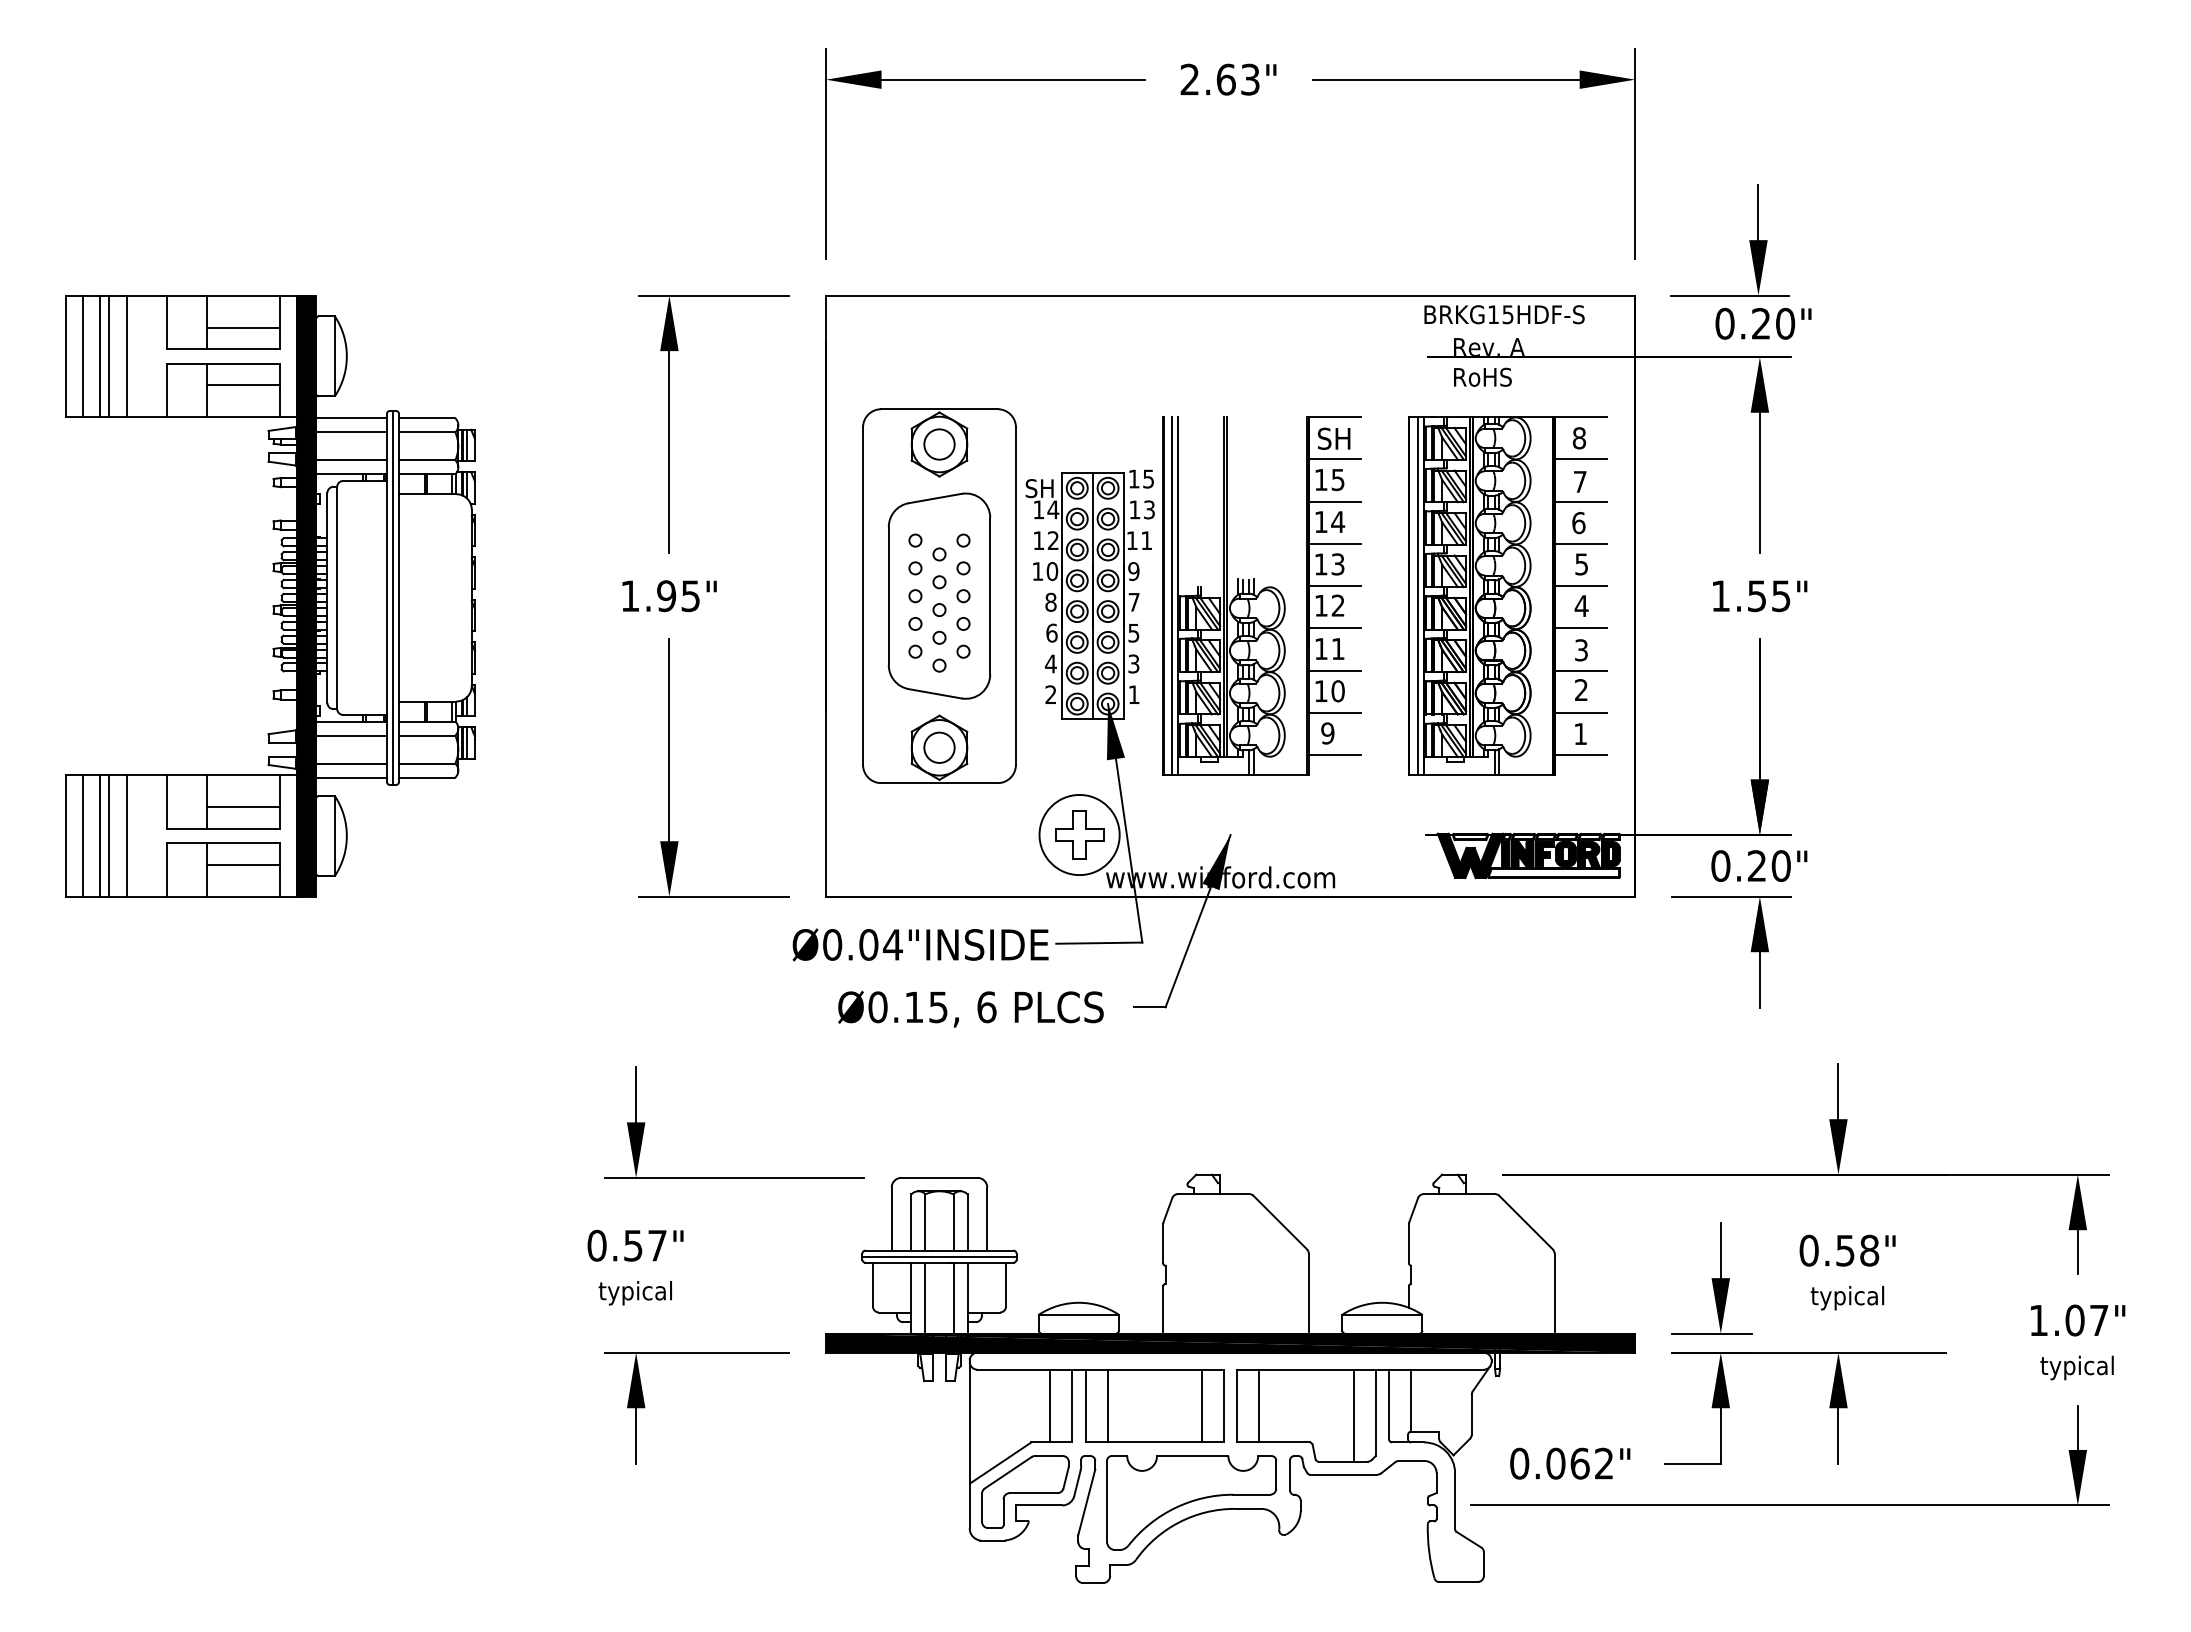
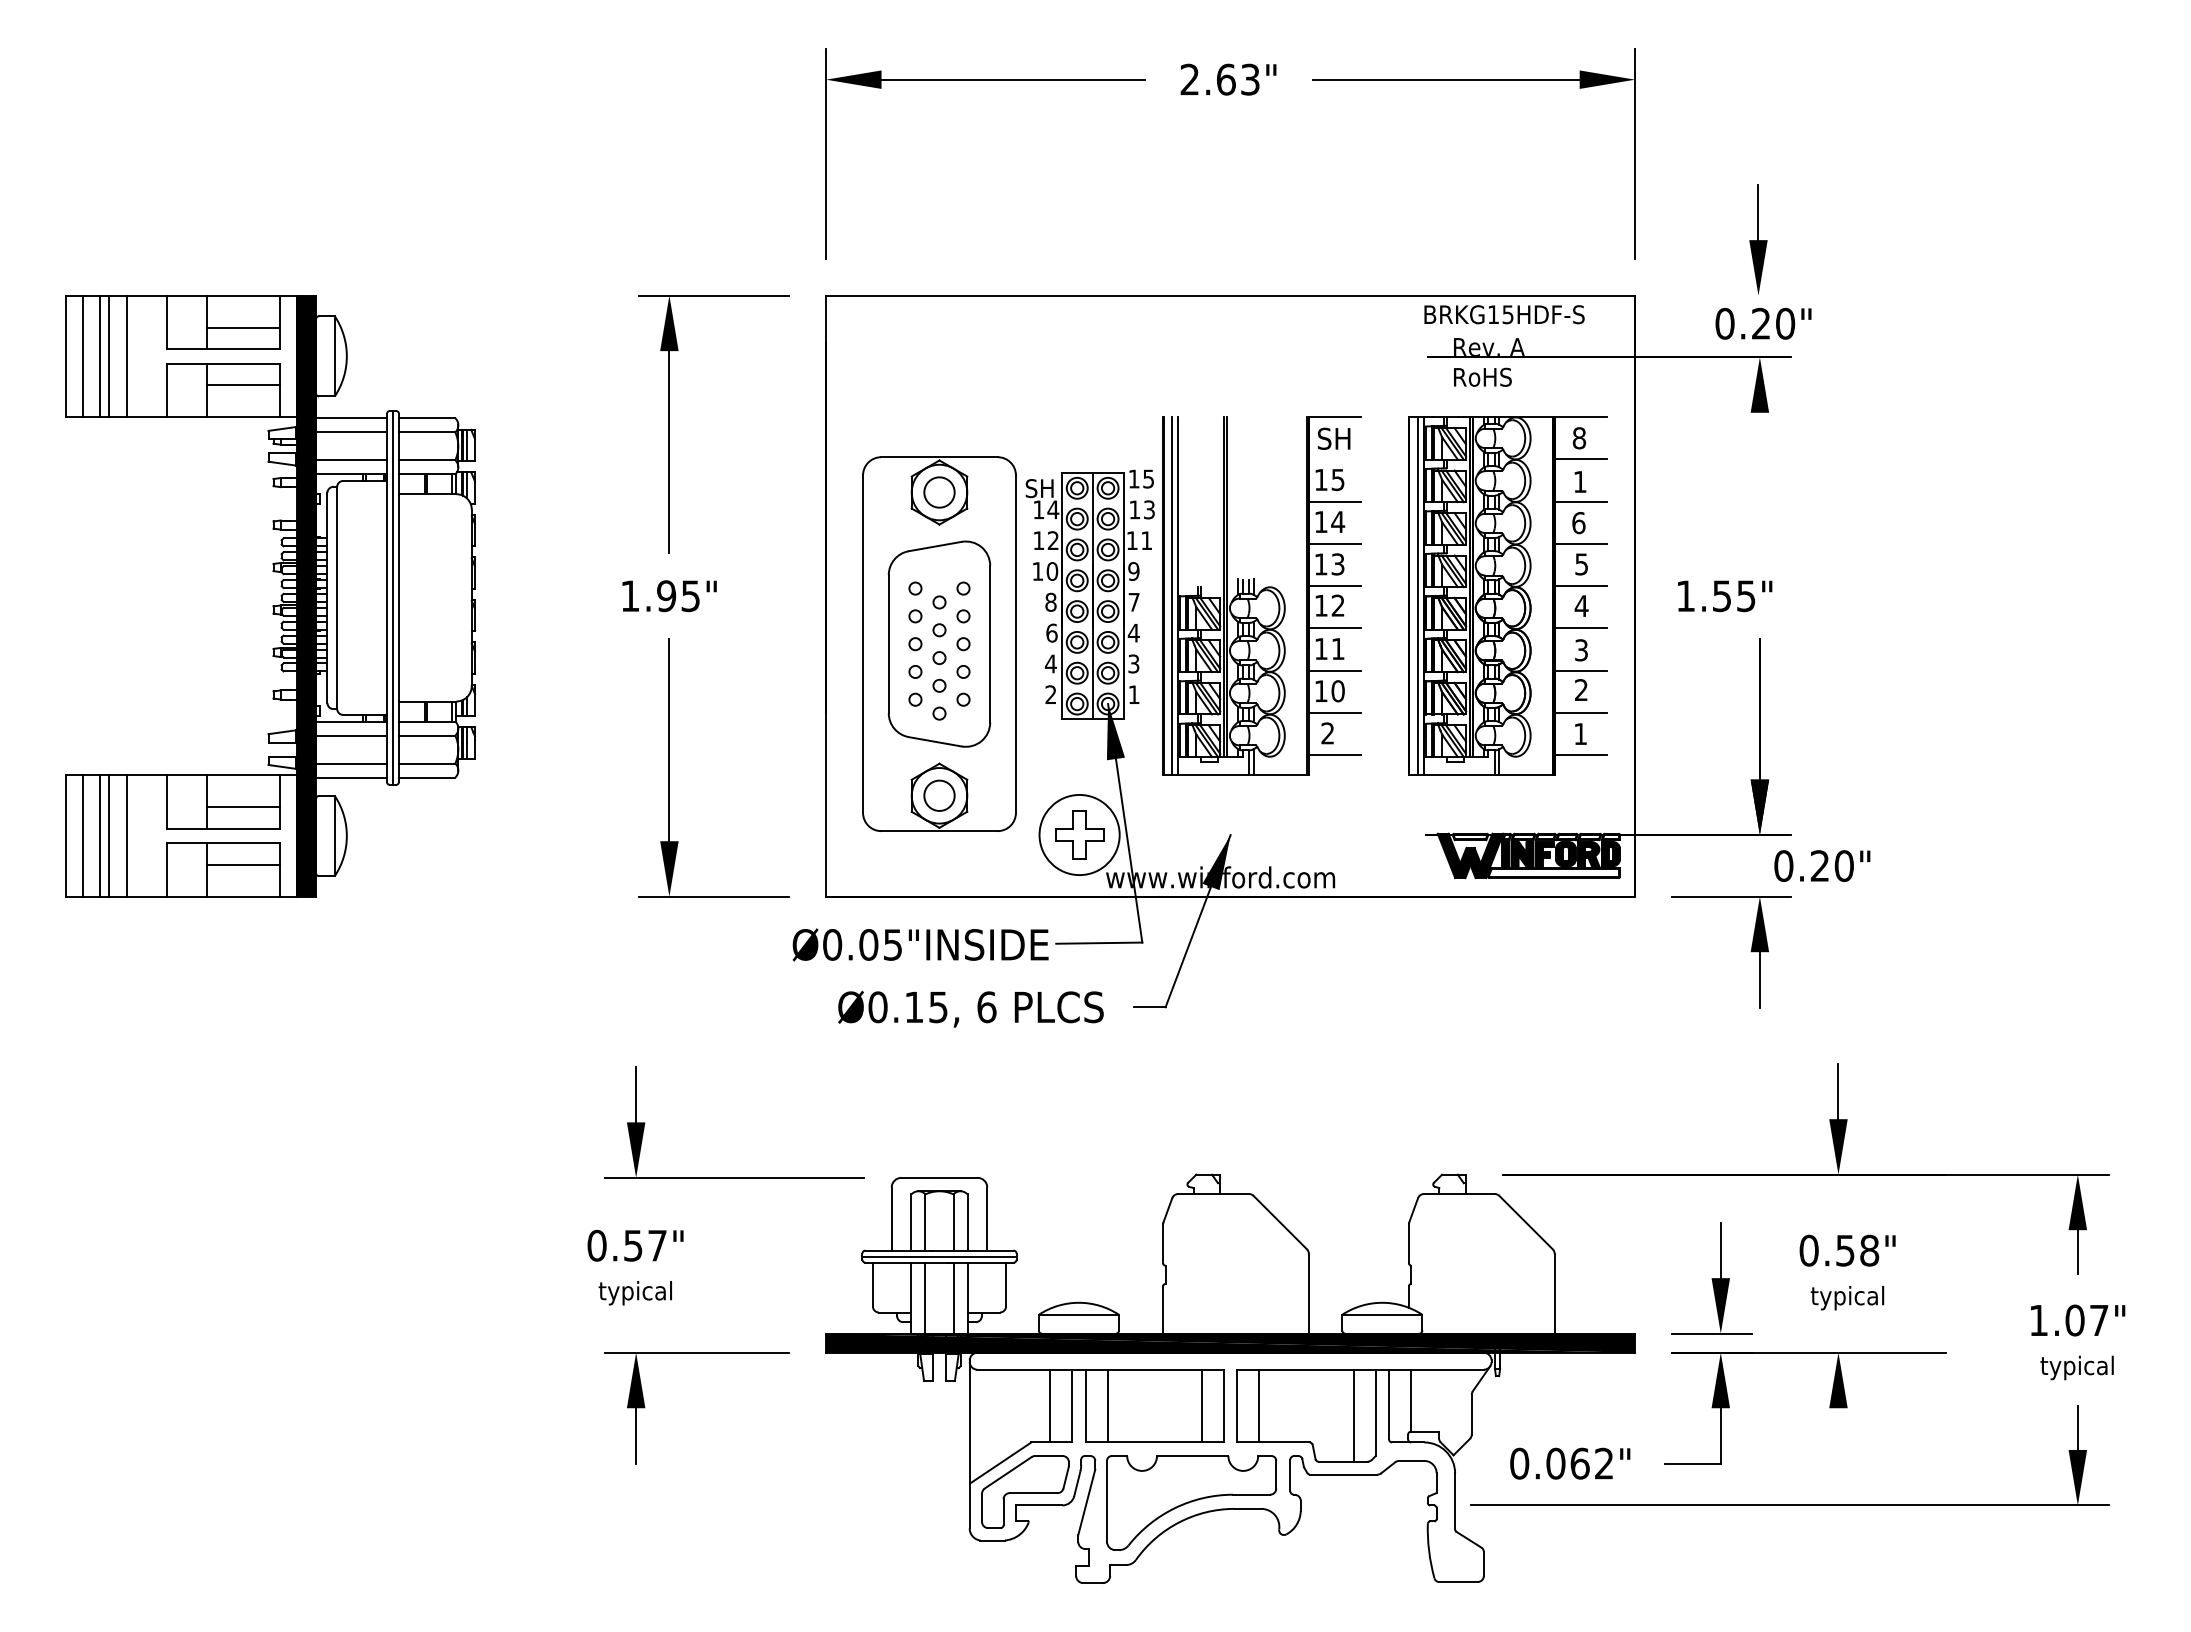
line at (1730, 295): present -> none
line at (1334, 459): present -> none
text at (1580, 481): 7 -> 1
line at (1759, 482): present -> none
part at (939, 595) position: (939, 595) -> (939, 643)
text at (1760, 596) position: (1760, 596) -> (1725, 596)
text at (1133, 633): 5 -> 4
text at (1327, 733): 9 -> 2
text at (1759, 865) position: (1759, 865) -> (1822, 865)
text at (892, 944): Ø0.04"INSIDE -> Ø0.05"INSIDE
line at (1838, 1435): present -> none
